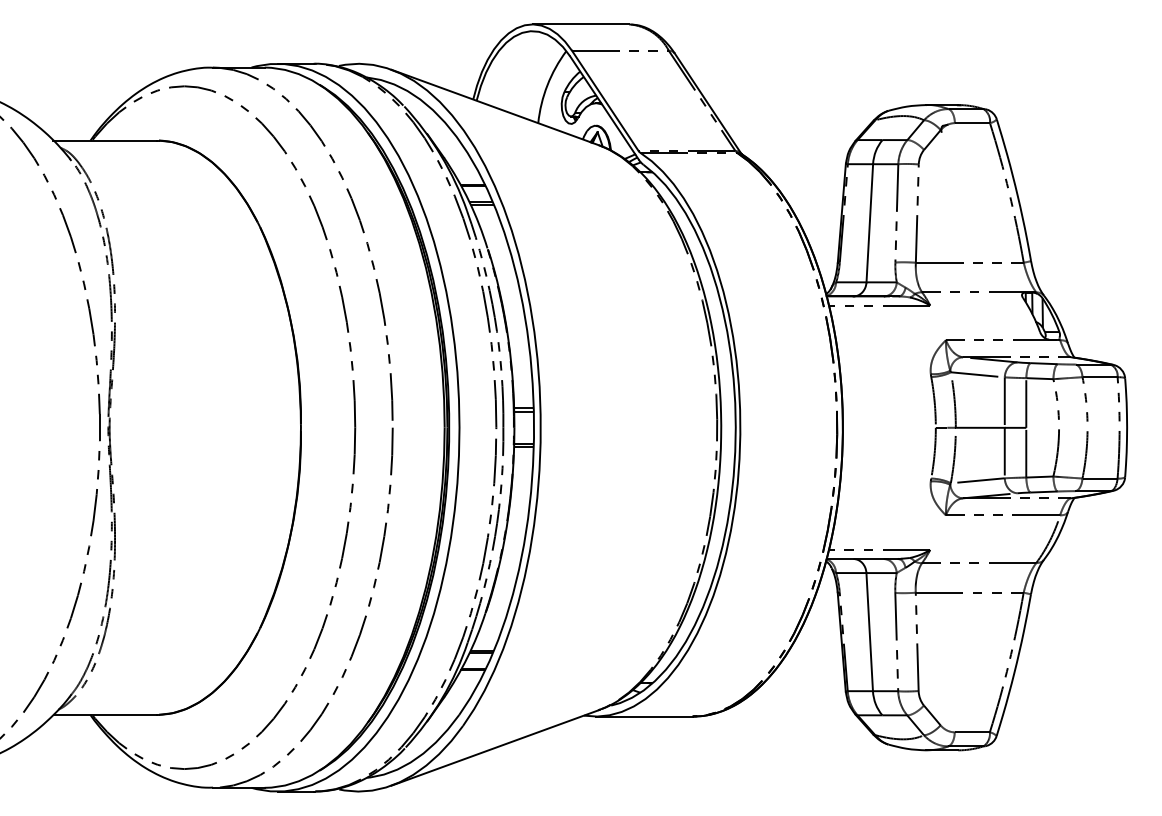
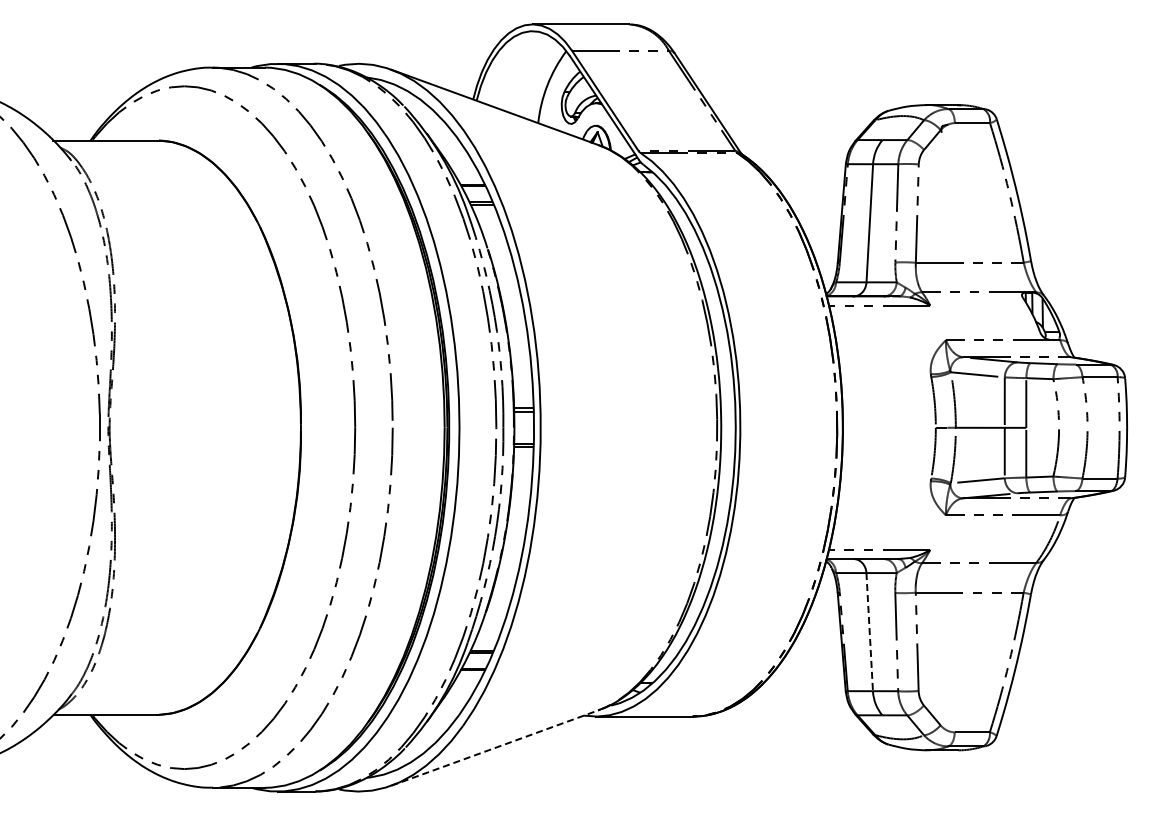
line at (869, 632): solid -> dashed
line at (495, 747): solid -> dashed
